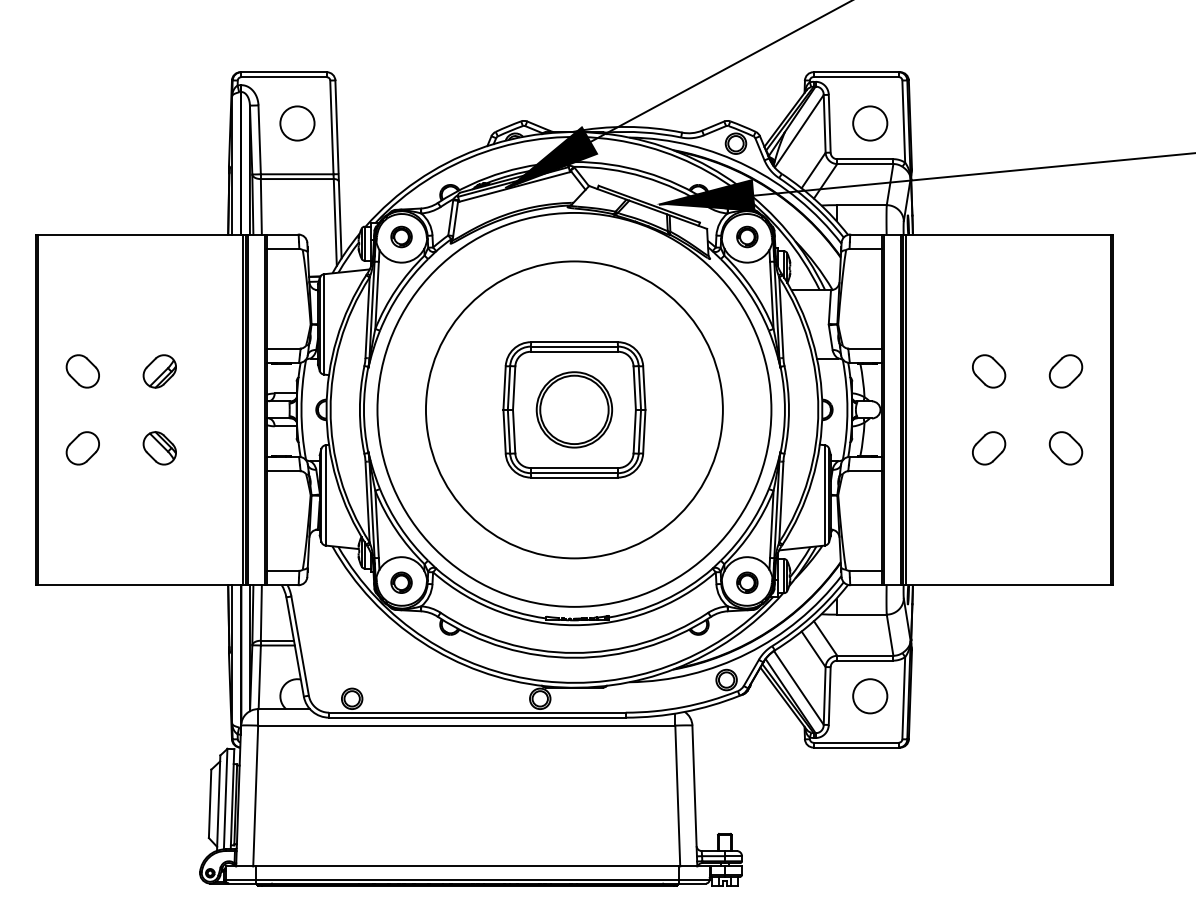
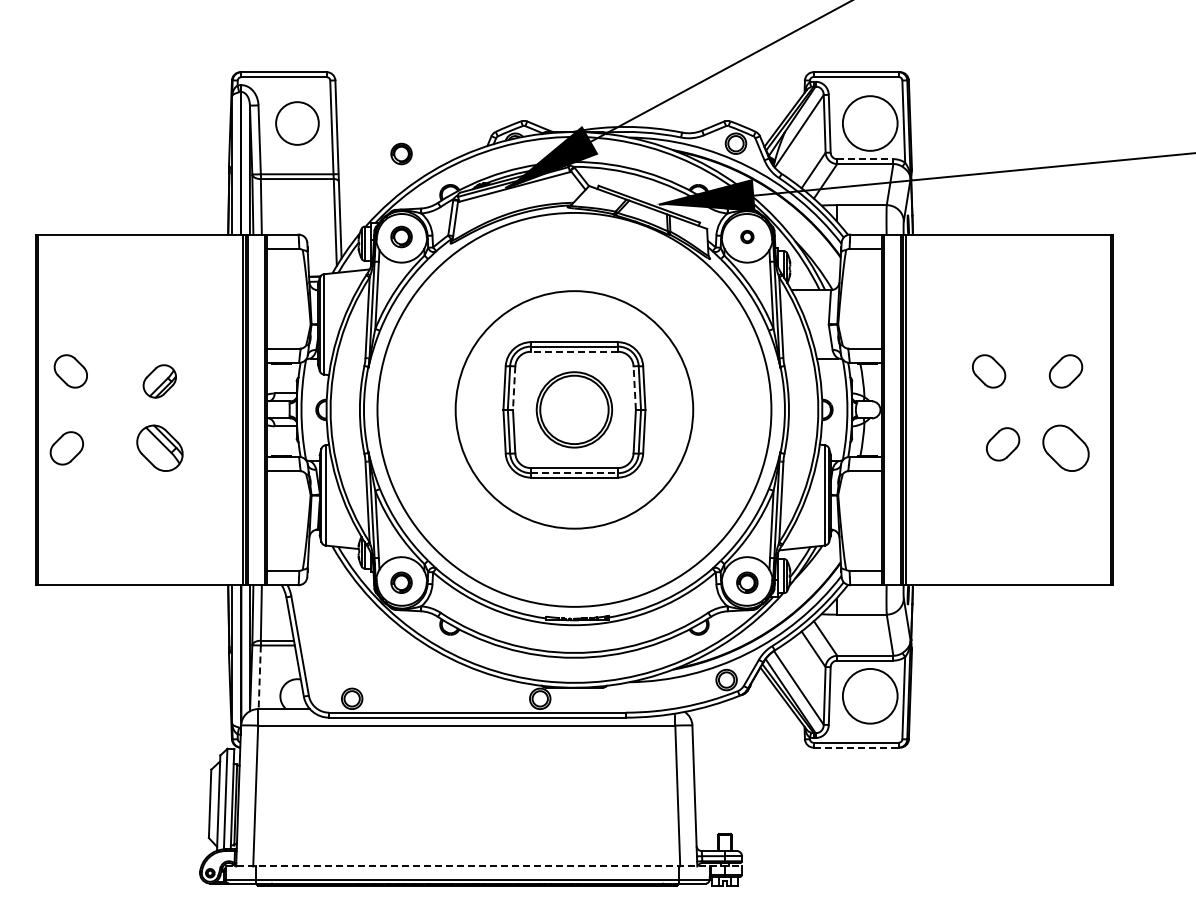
circle at (297, 123) size: 37x37 px -> 45x45 px
circle at (870, 123) diameter: 34 px -> 55 px
part at (401, 153): none -> present
line at (865, 159): solid -> dashed
part at (747, 236) size: 23x24 px -> 15x14 px
line at (574, 351): solid -> dashed
part at (82, 371) position: (82, 371) -> (70, 371)
part at (159, 371) position: (159, 371) -> (159, 381)
line at (514, 388): solid -> dashed
line at (634, 388): solid -> dashed
circle at (573, 409) diameter: 297 px -> 238 px
part at (82, 448) position: (82, 448) -> (66, 448)
part at (159, 448) size: 35x35 px -> 48x48 px
part at (989, 448) position: (989, 448) -> (1003, 444)
part at (1065, 448) size: 36x35 px -> 48x48 px
line at (574, 473): solid -> dashed
line at (259, 677): solid -> dashed
circle at (870, 696) diameter: 34 px -> 55 px
line at (857, 747): solid -> dashed
line at (484, 866): solid -> dashed
